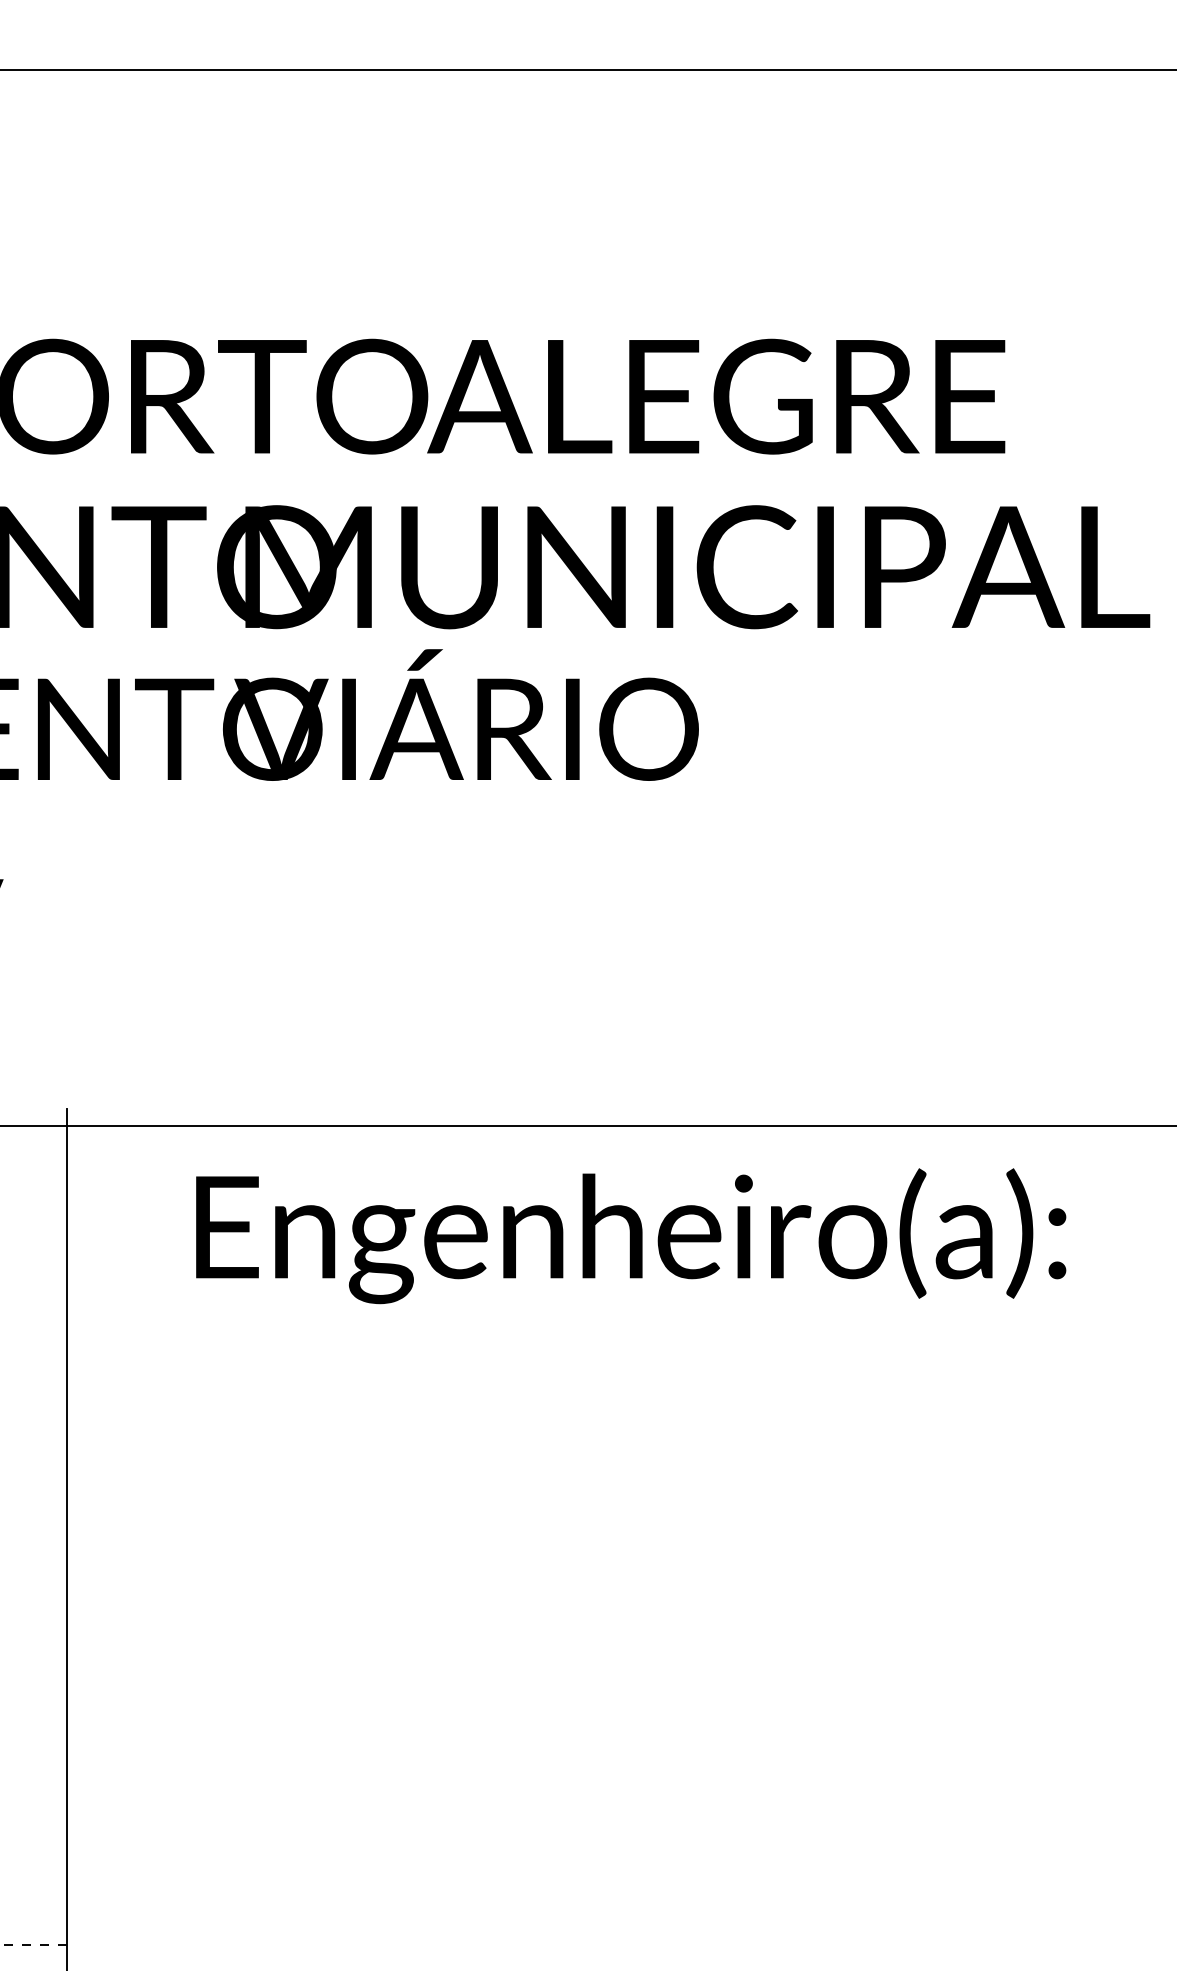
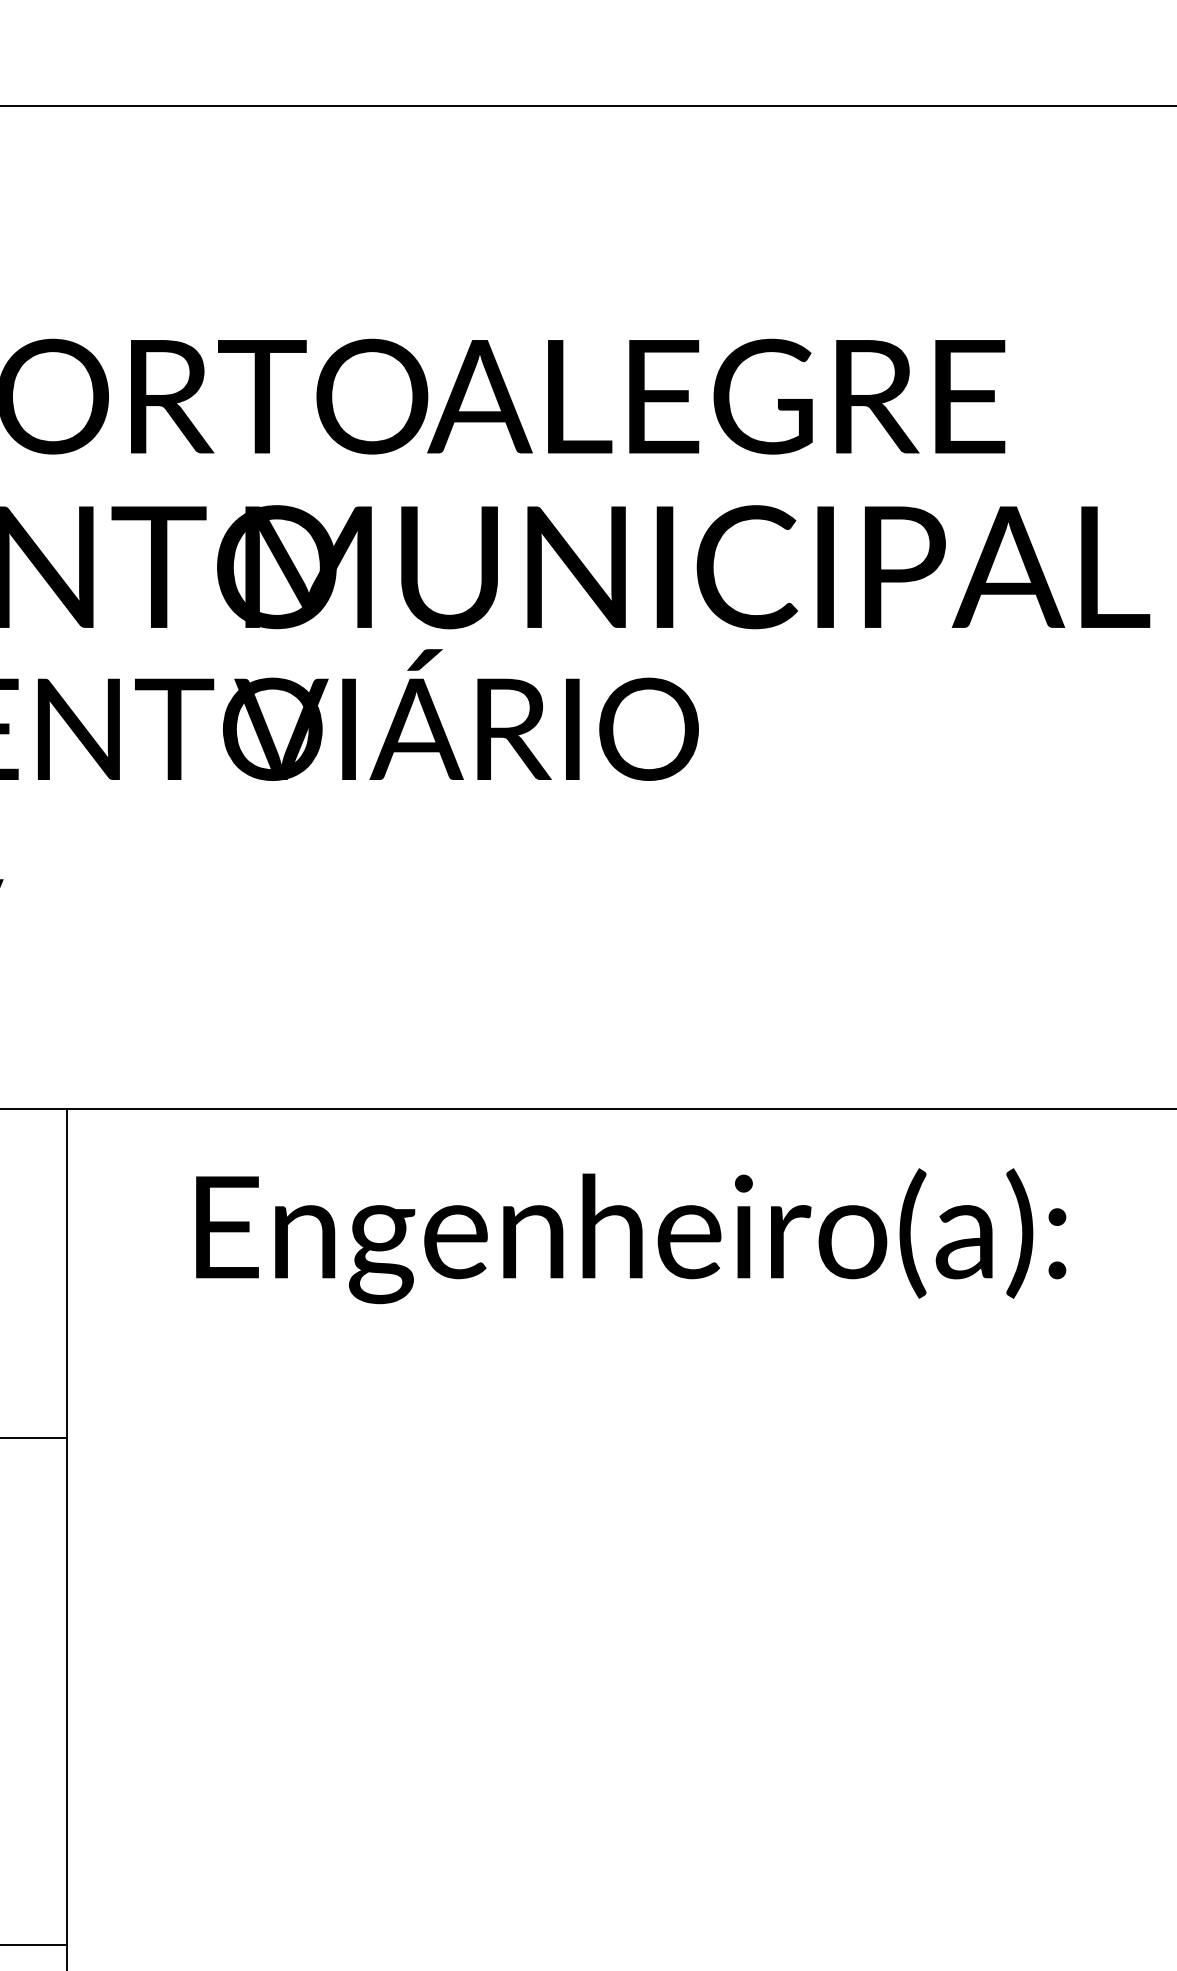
line at (587, 69) position: (587, 69) -> (587, 105)
line at (587, 1125) position: (587, 1125) -> (587, 1108)
line at (34, 1438): none -> present
line at (32, 1944): dashed -> solid
